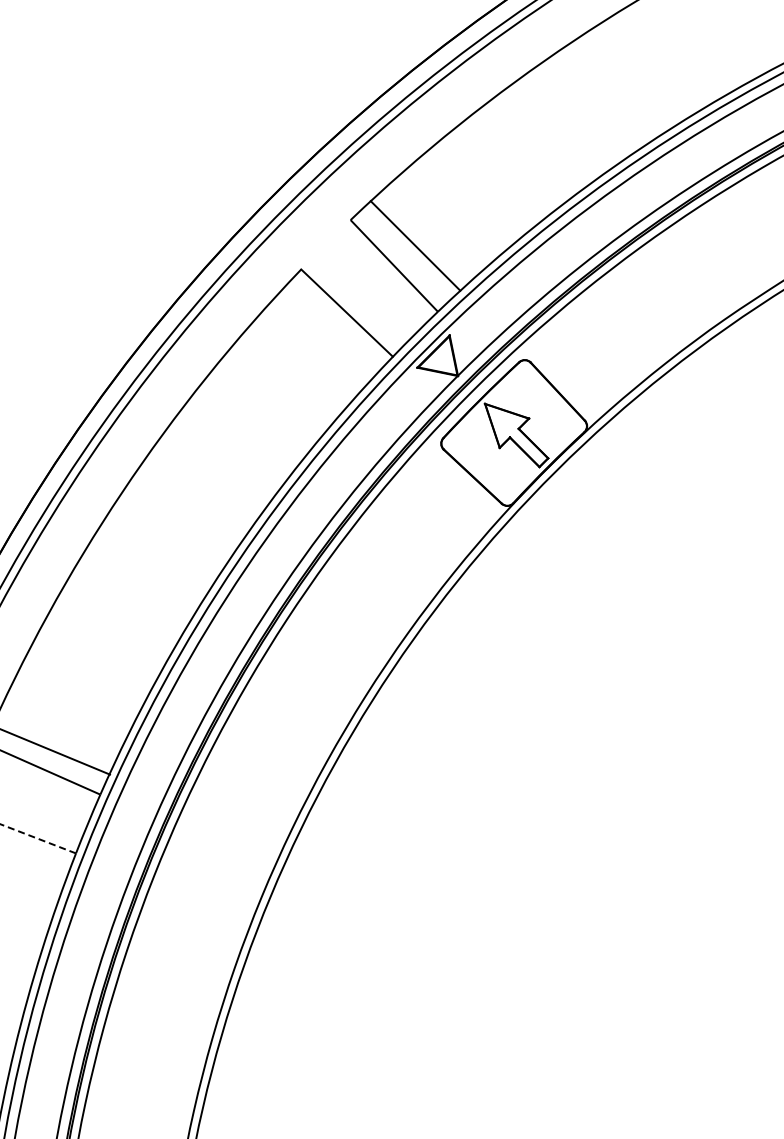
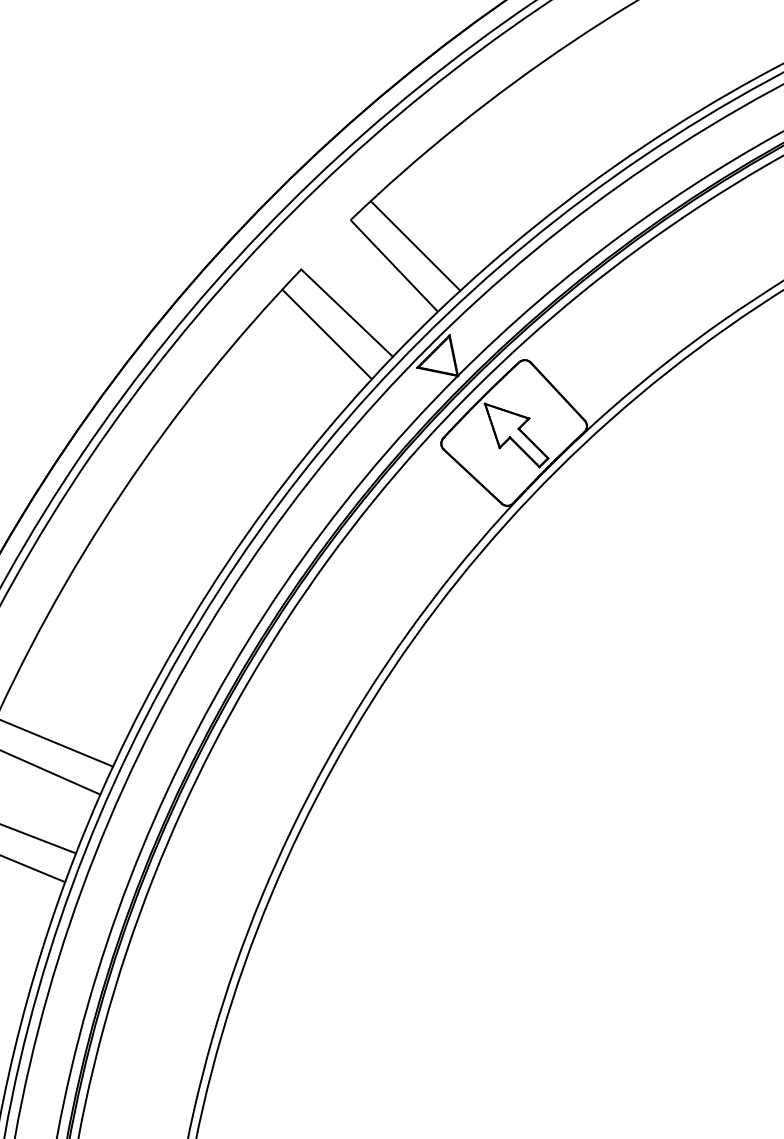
line at (326, 334): none -> present
line at (56, 751) position: (56, 751) -> (57, 743)
line at (37, 838): dashed -> solid
line at (33, 869): none -> present
